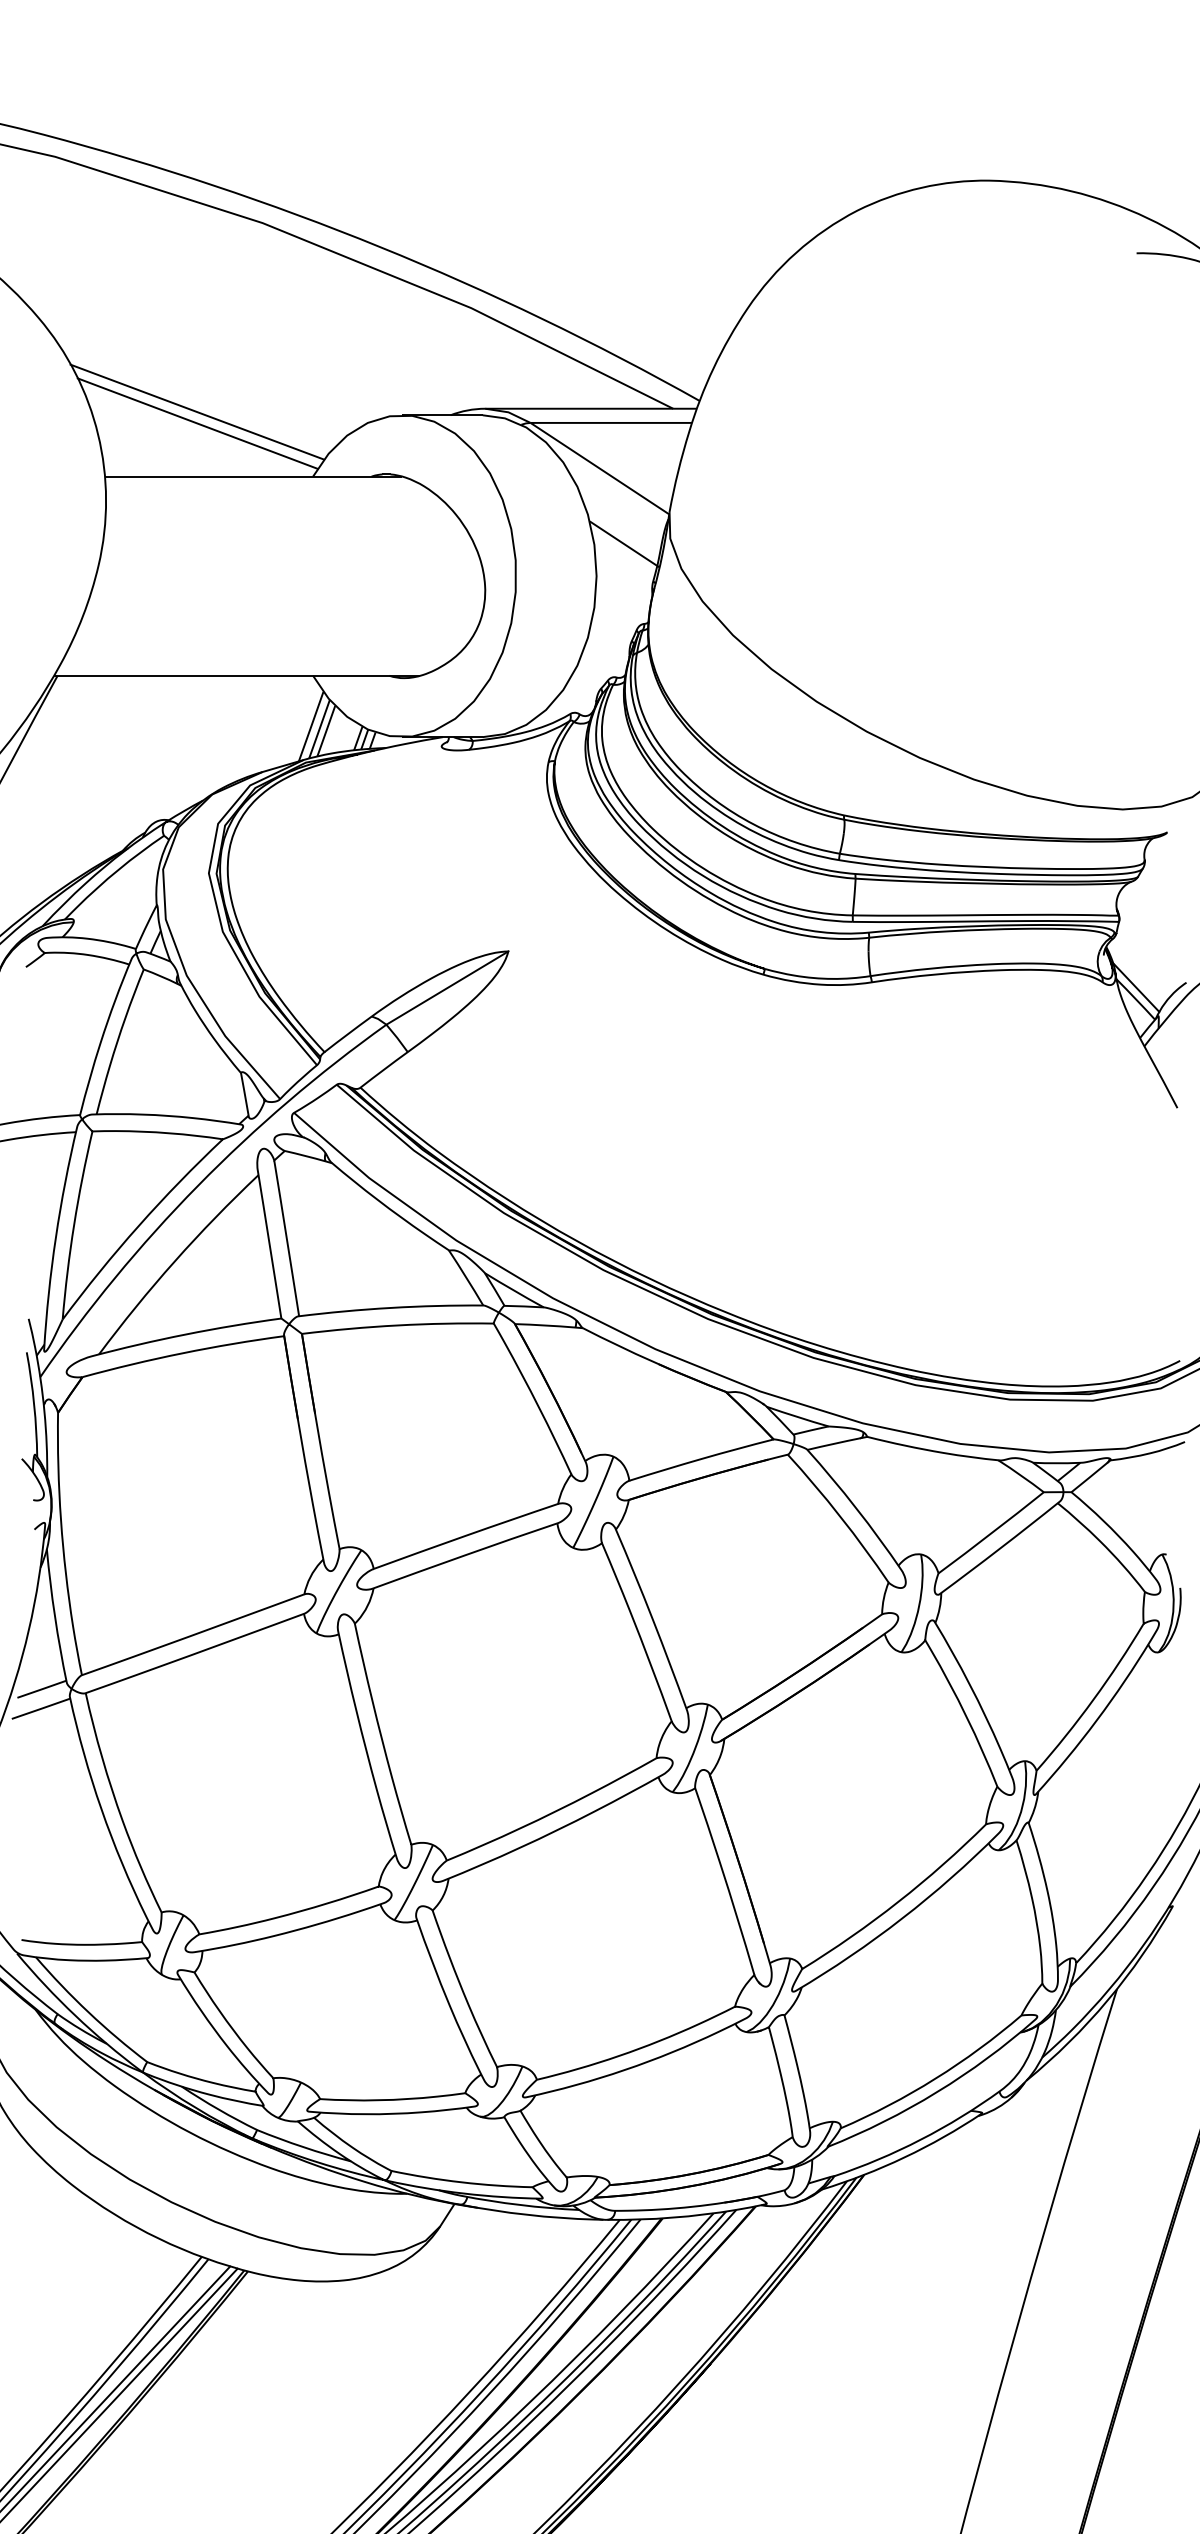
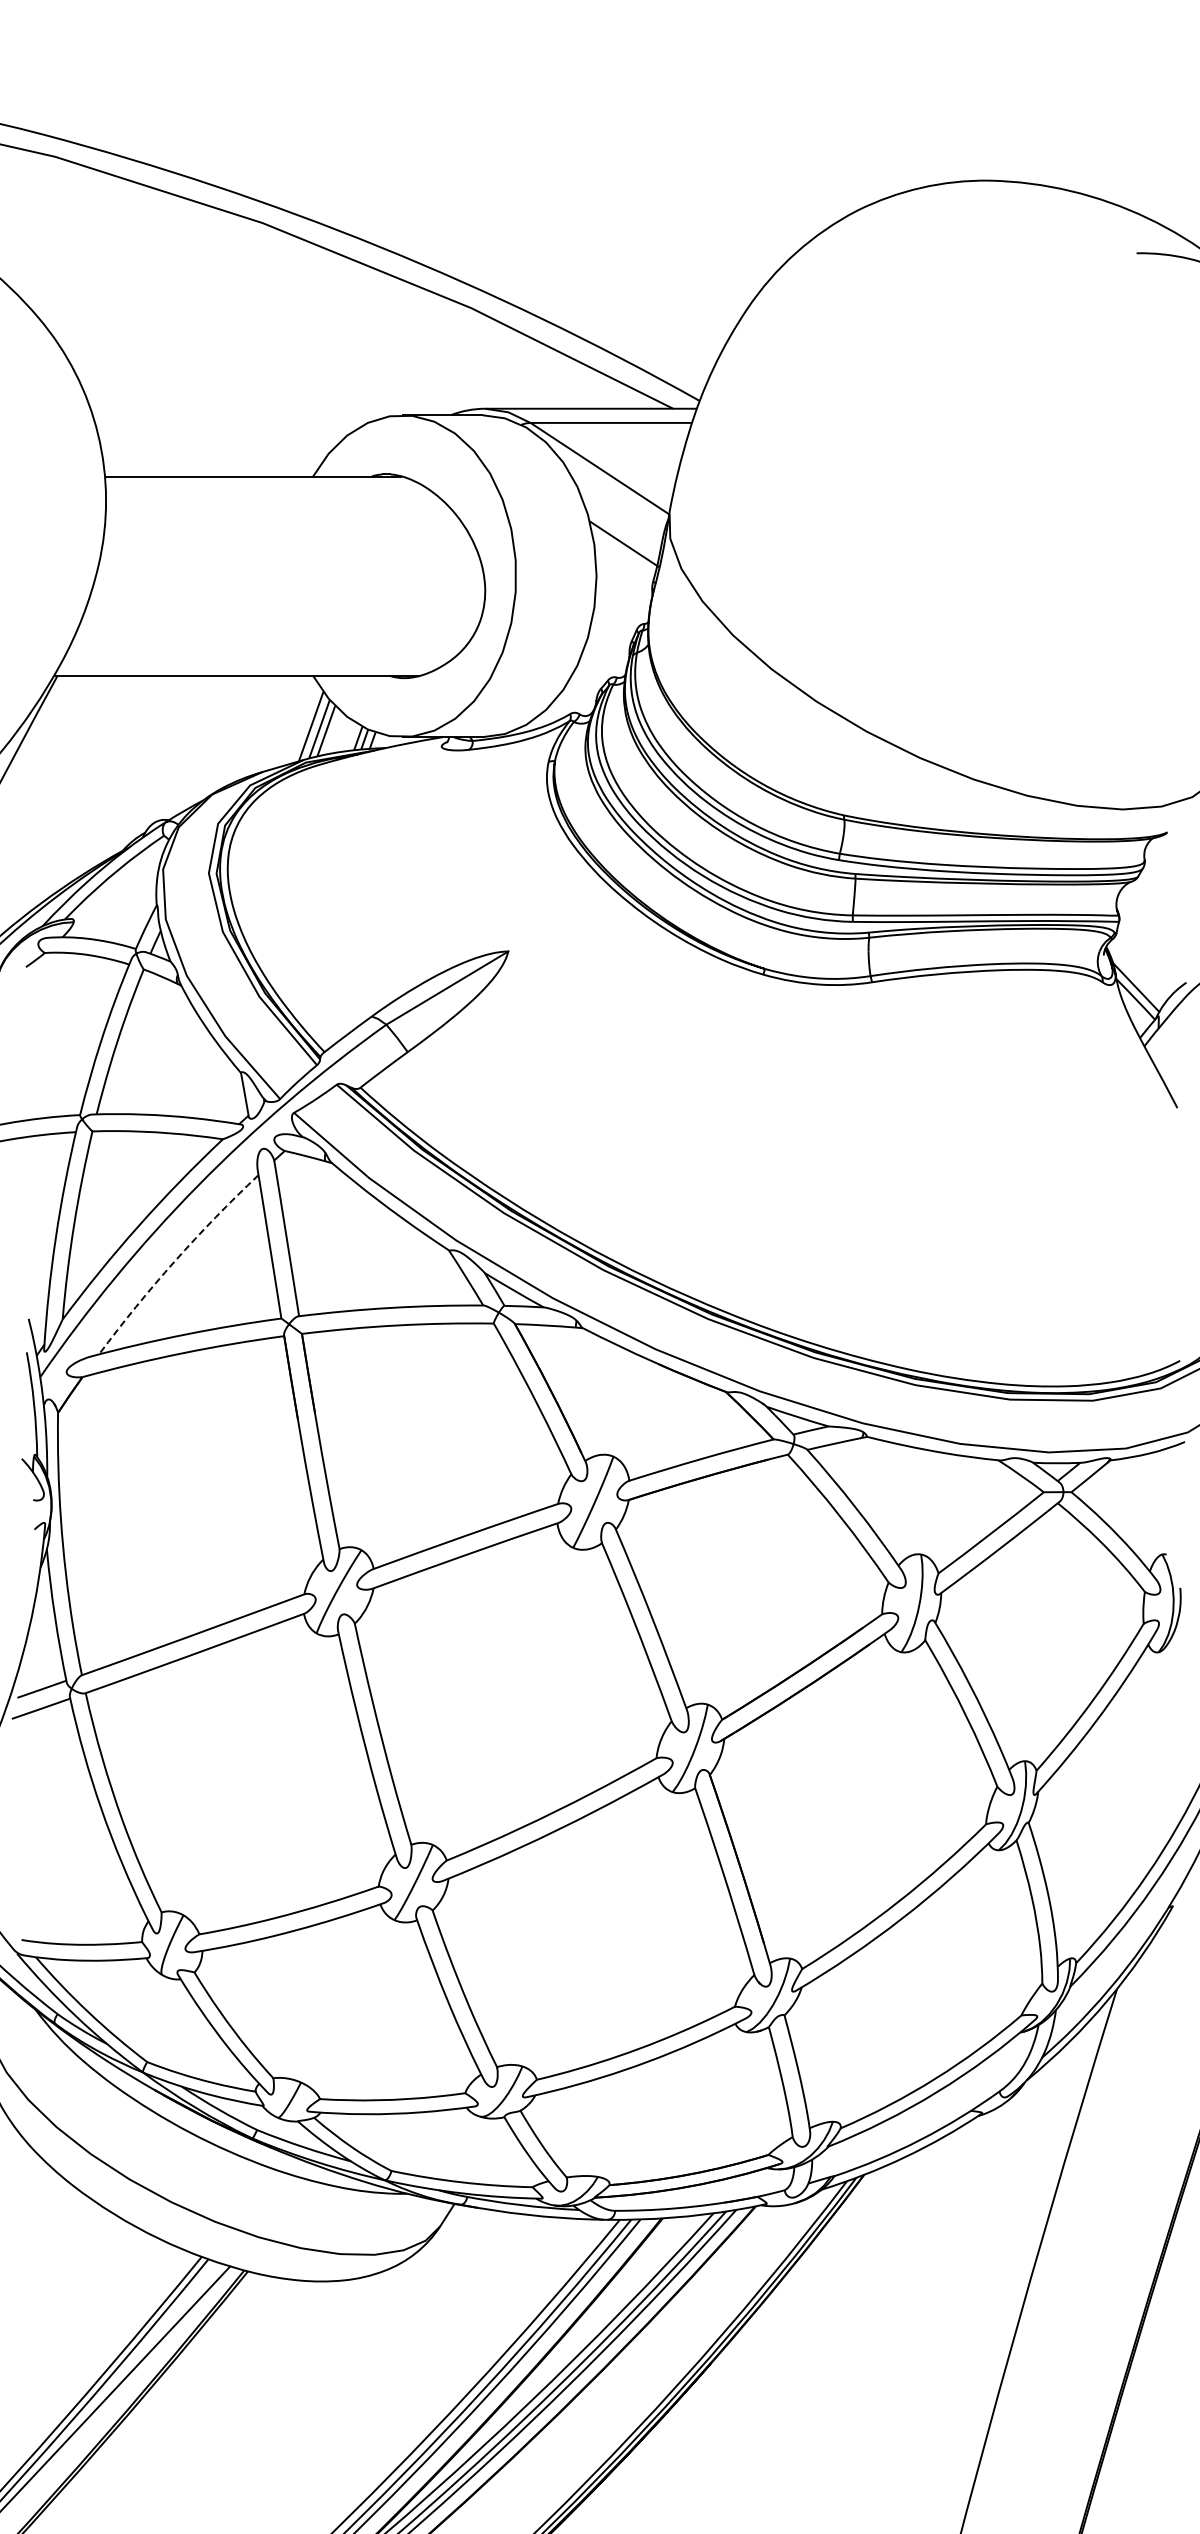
line at (197, 411): present -> none
line at (197, 423): present -> none
line at (174, 1261): solid -> dashed
line at (119, 2393): present -> none
